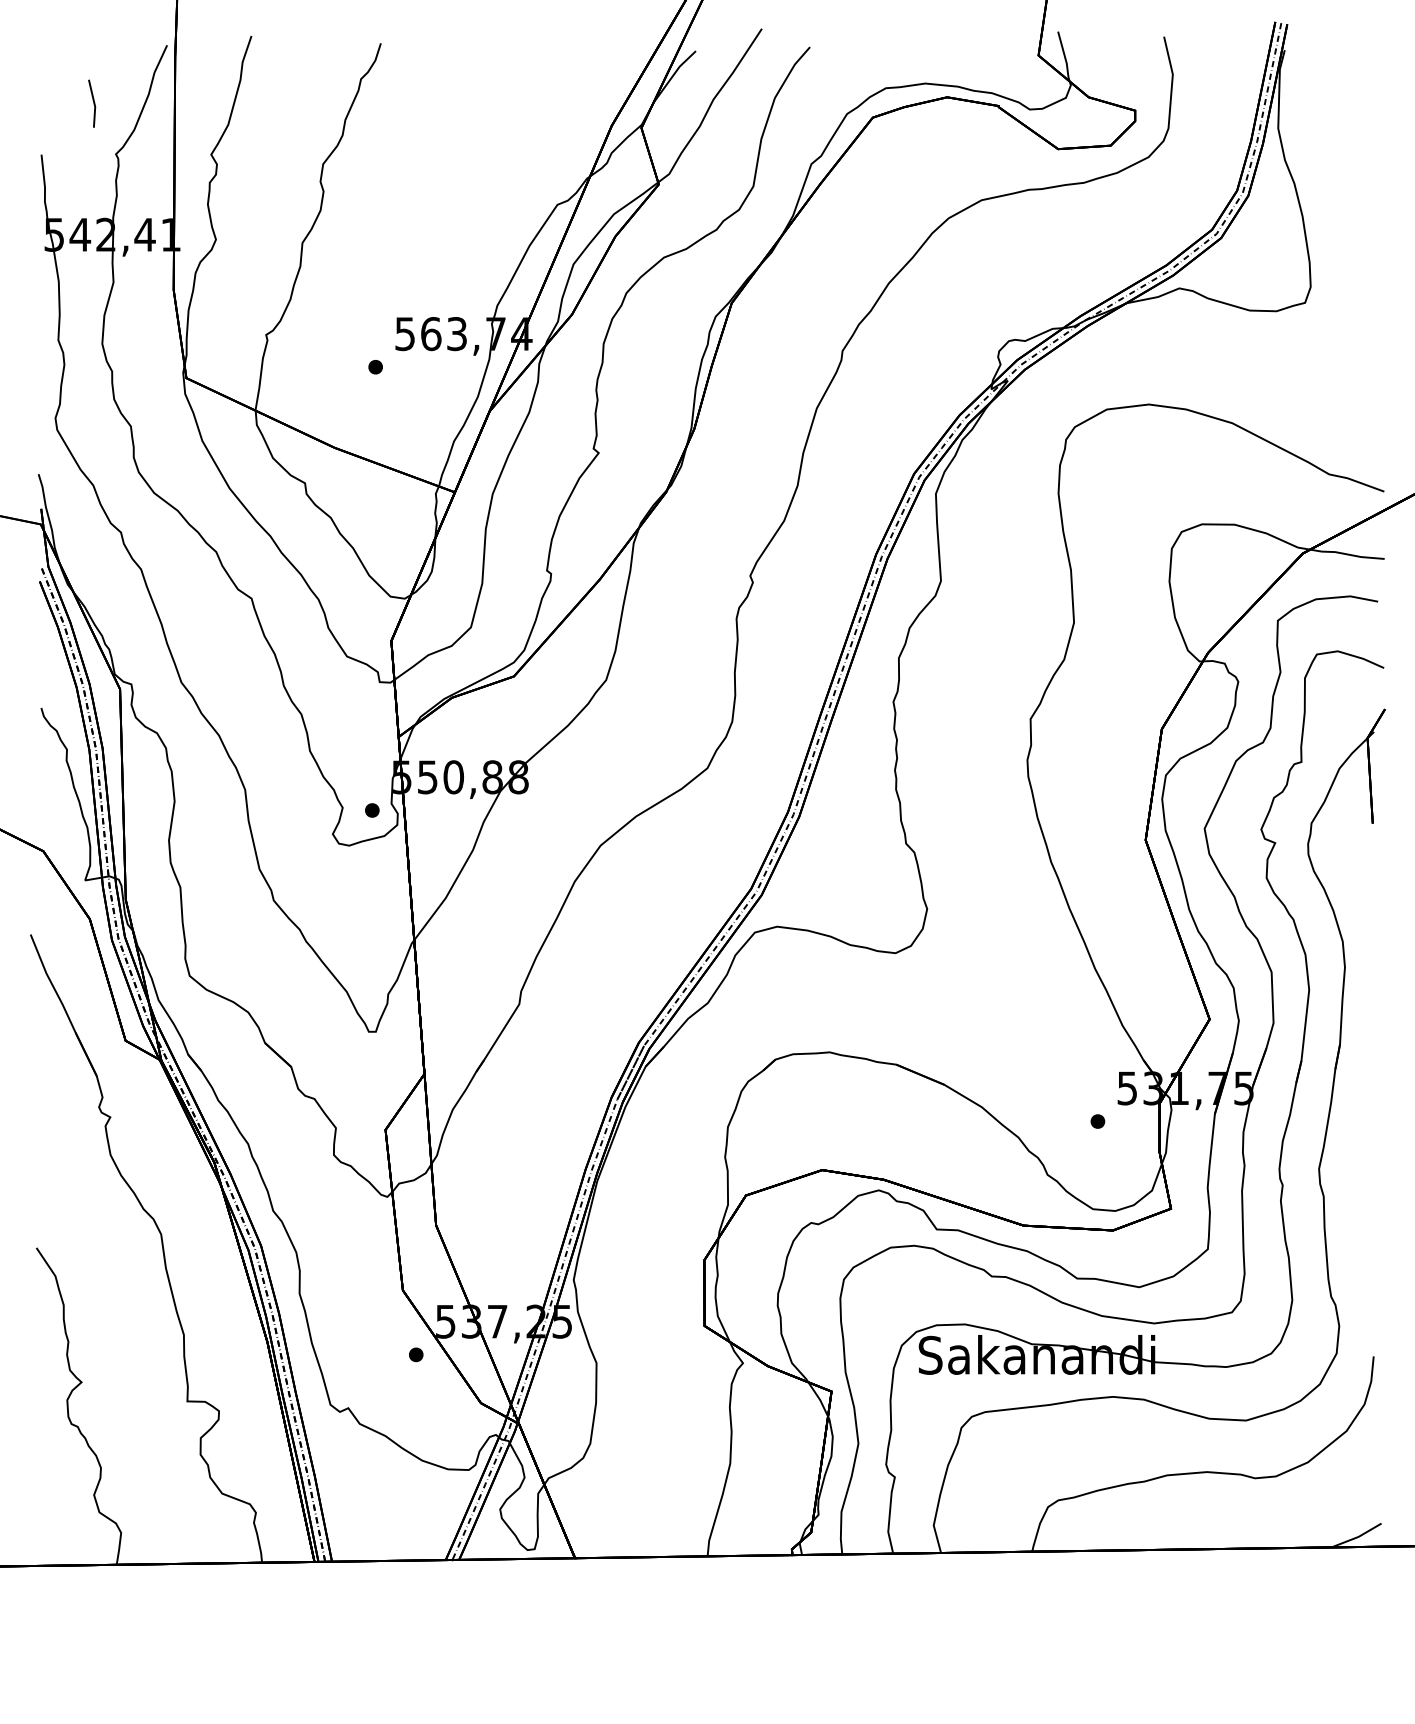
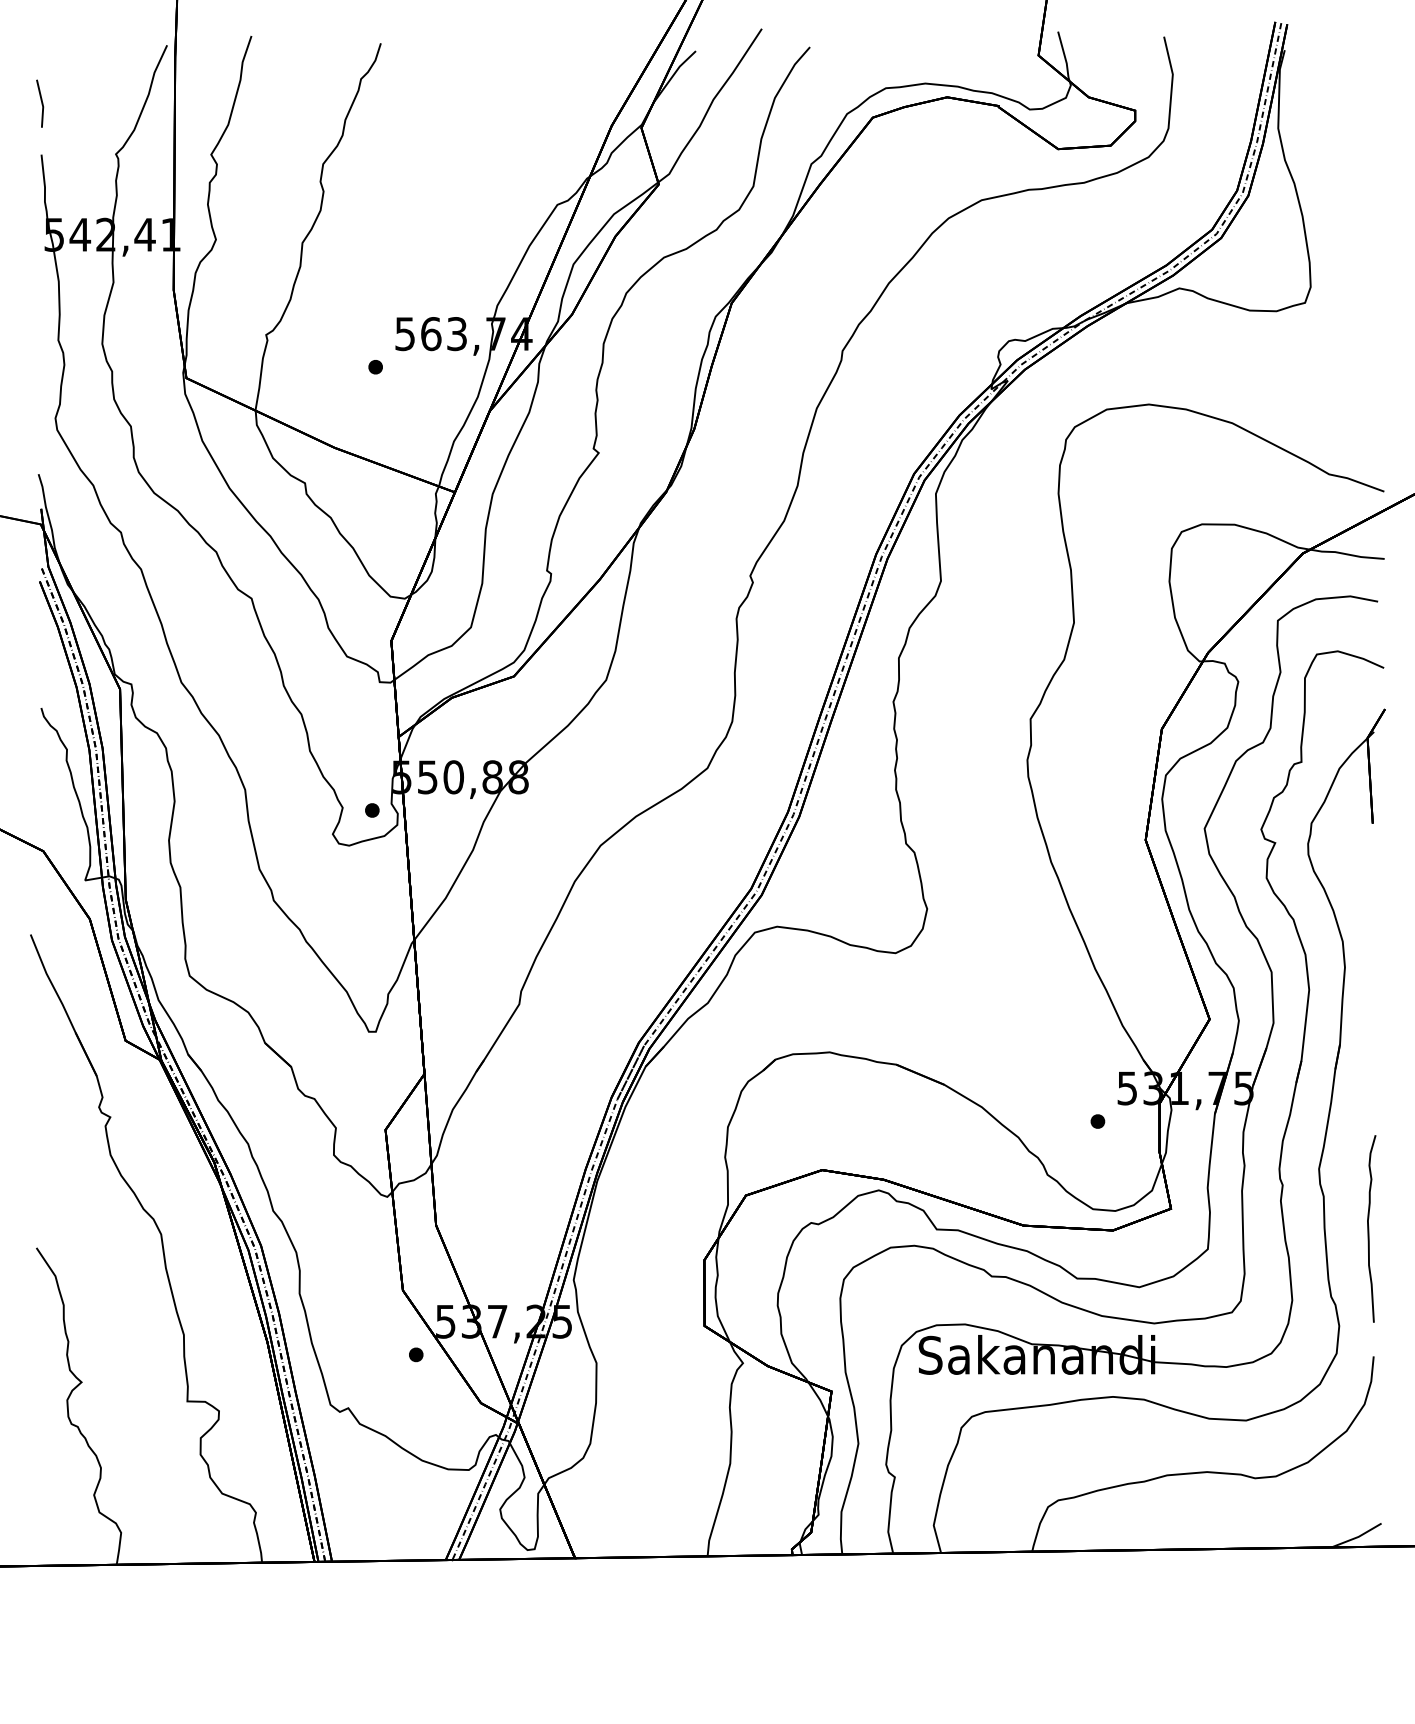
line at (93, 103) position: (93, 103) -> (41, 103)
curve at (1369, 1228): none -> present
